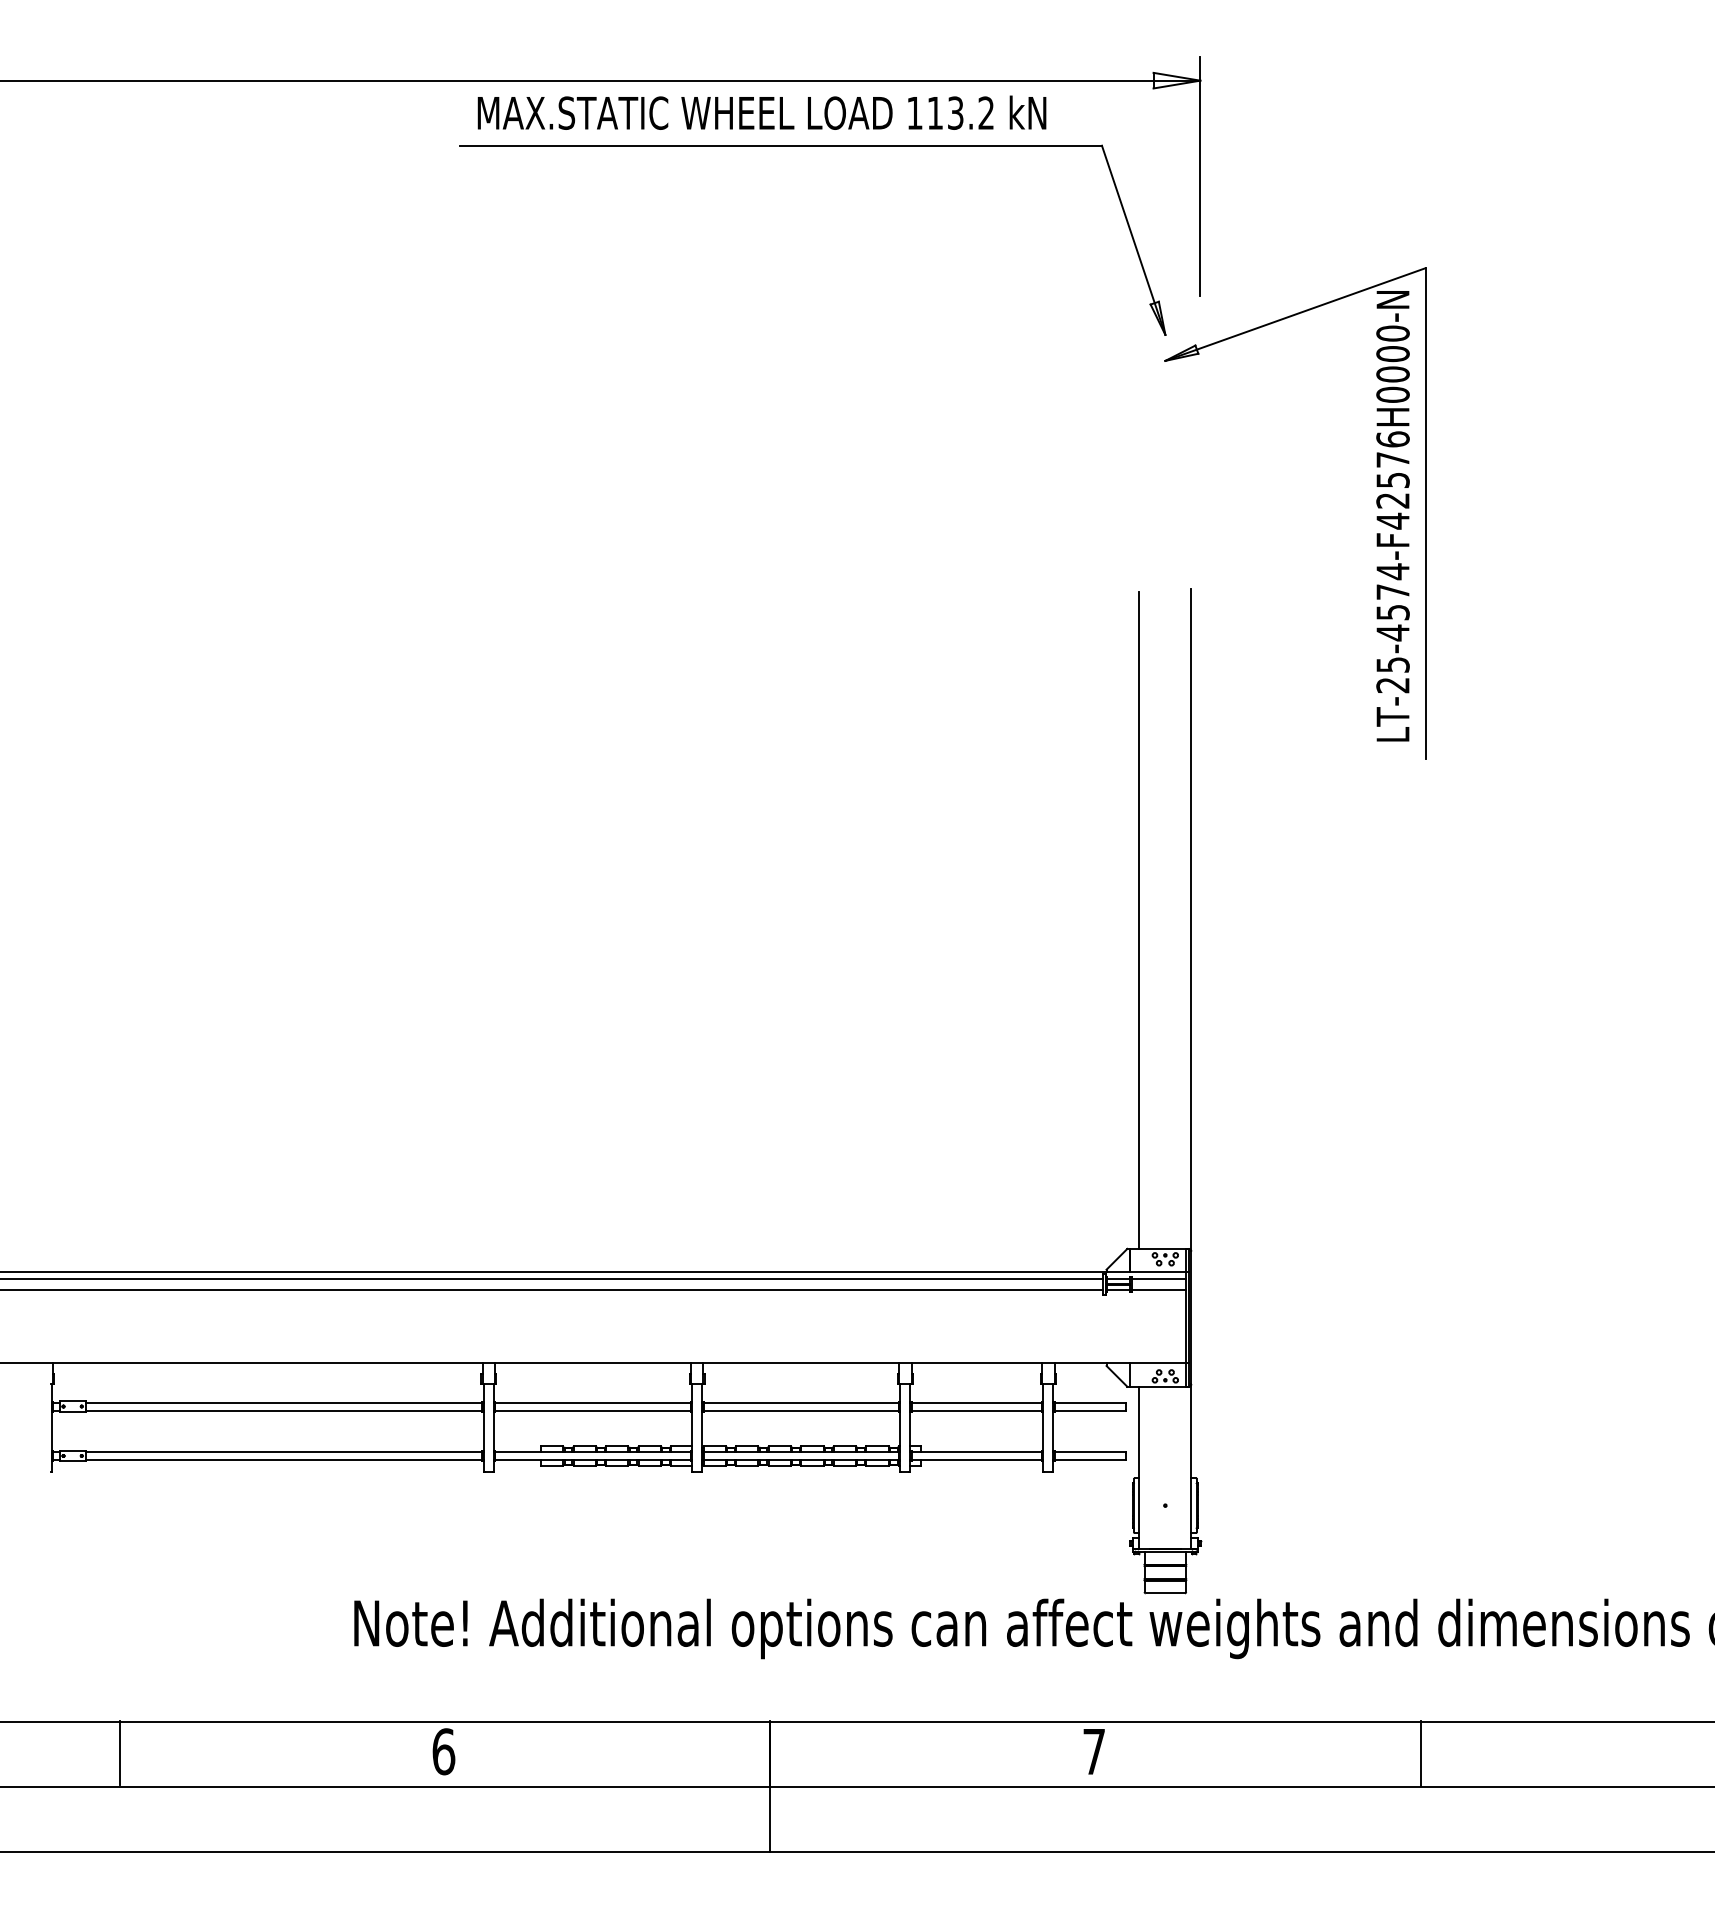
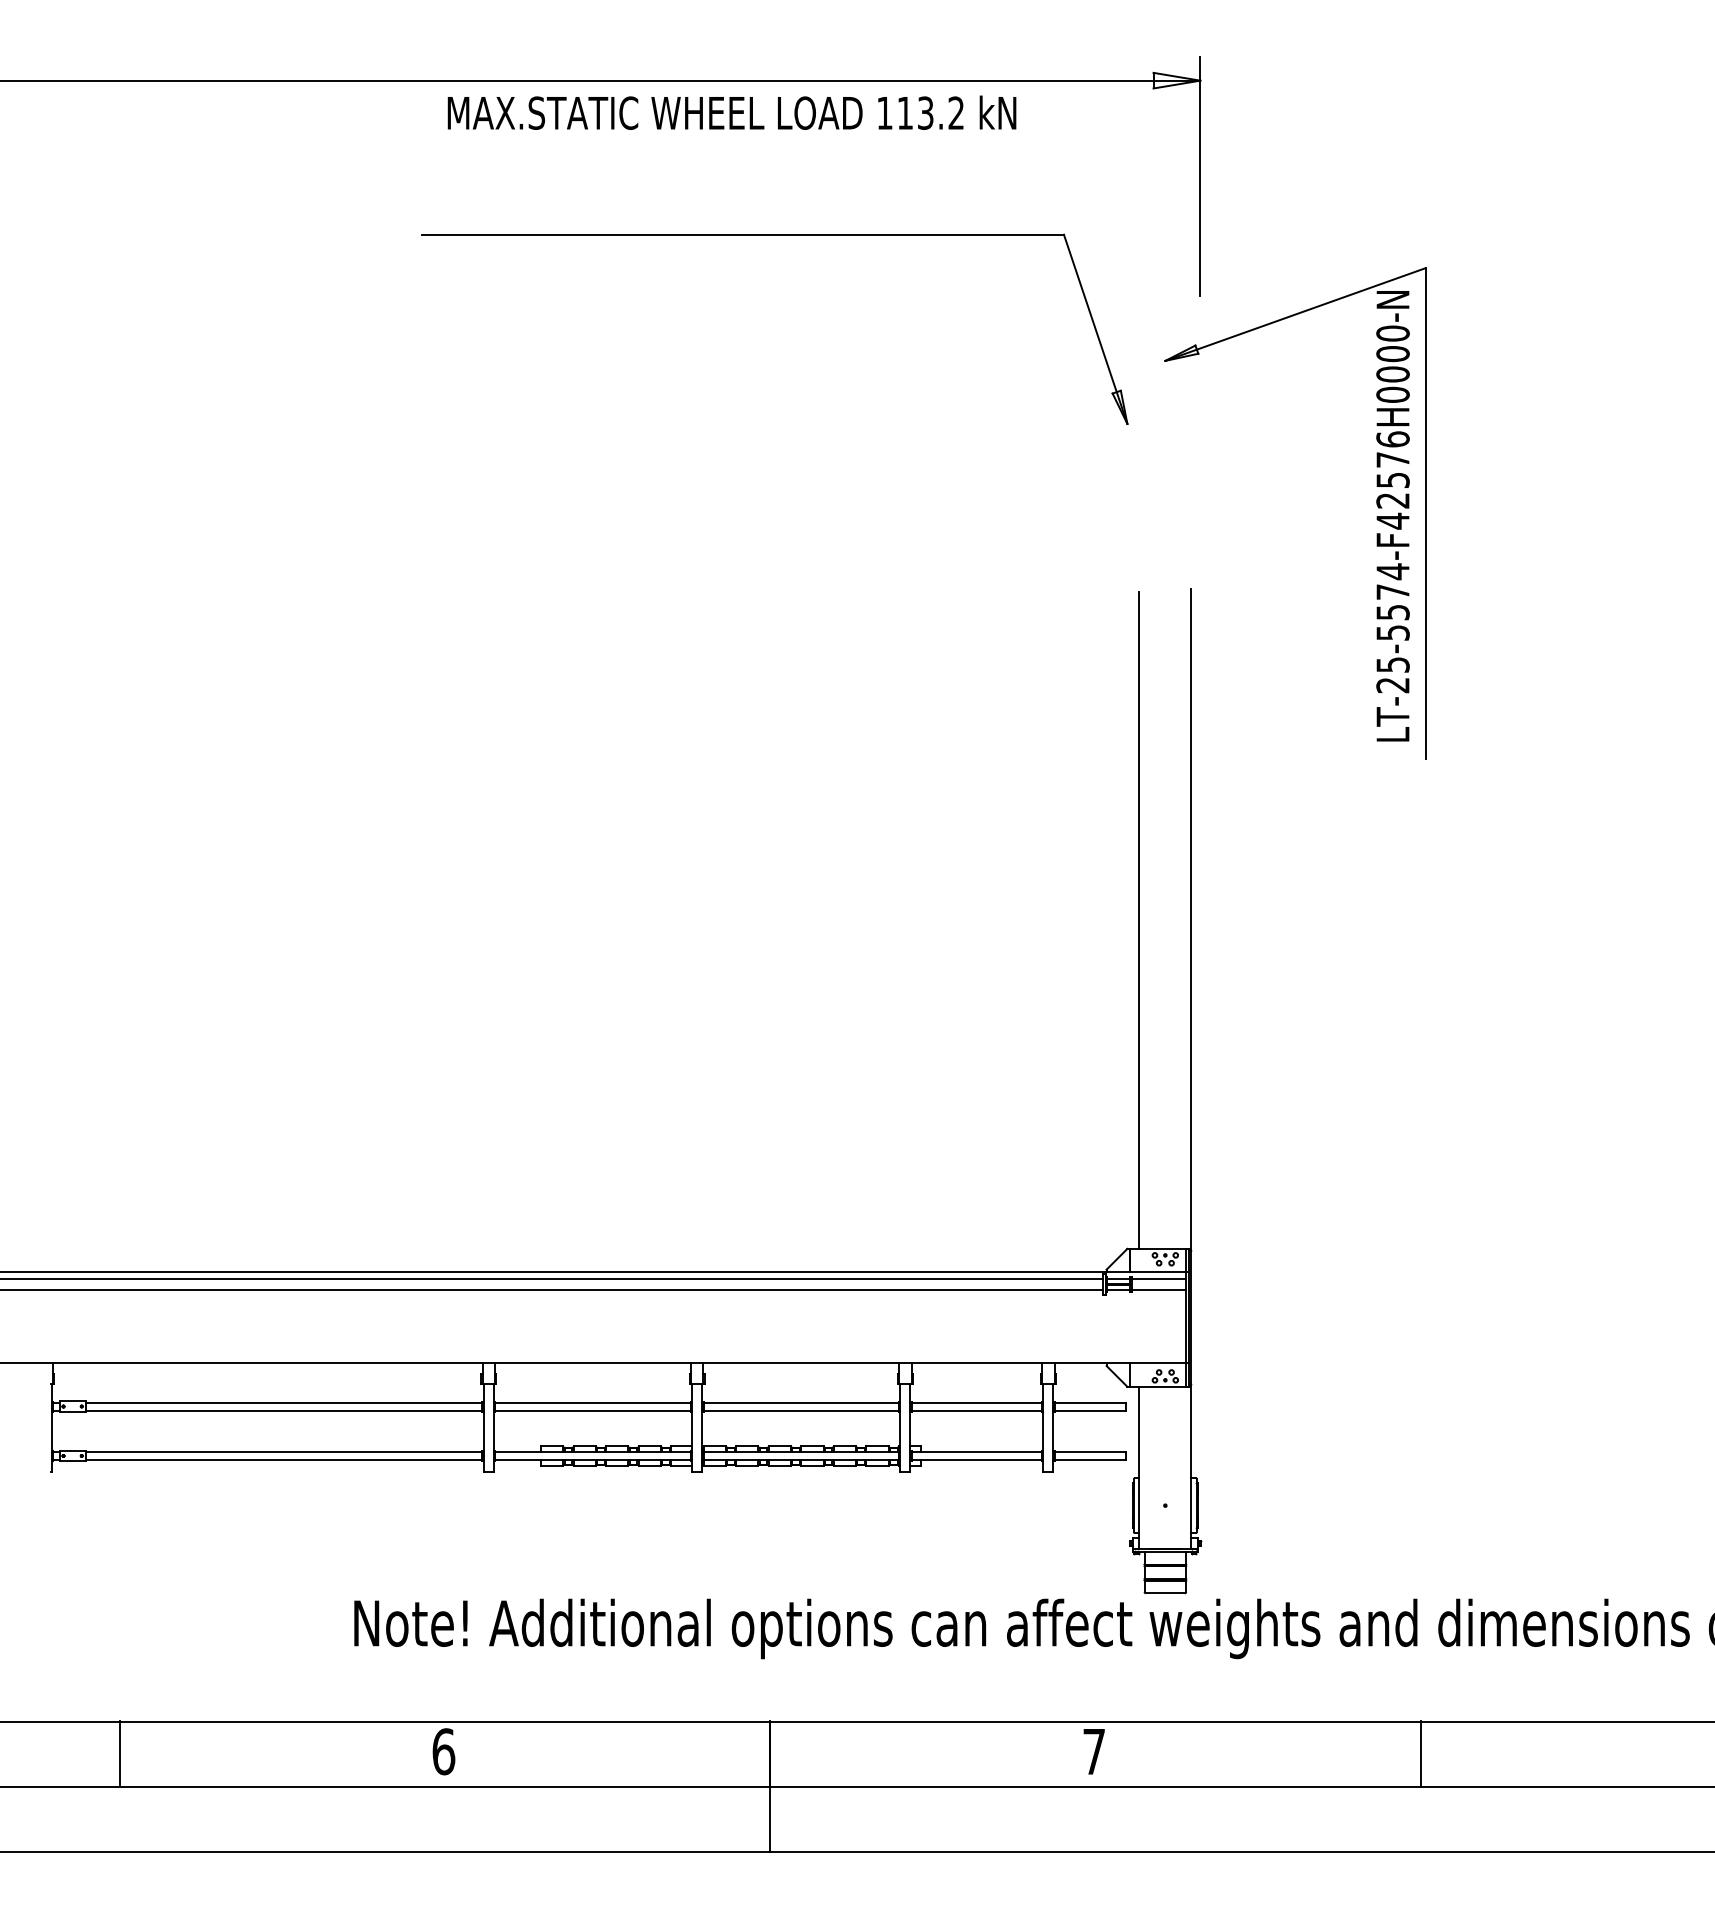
text at (761, 112) position: (761, 112) -> (731, 112)
part at (812, 146) position: (812, 146) -> (774, 235)
text at (1392, 632): LT-25-4574-F42576H0000-N -> LT-25-5574-F42576H0000-N
